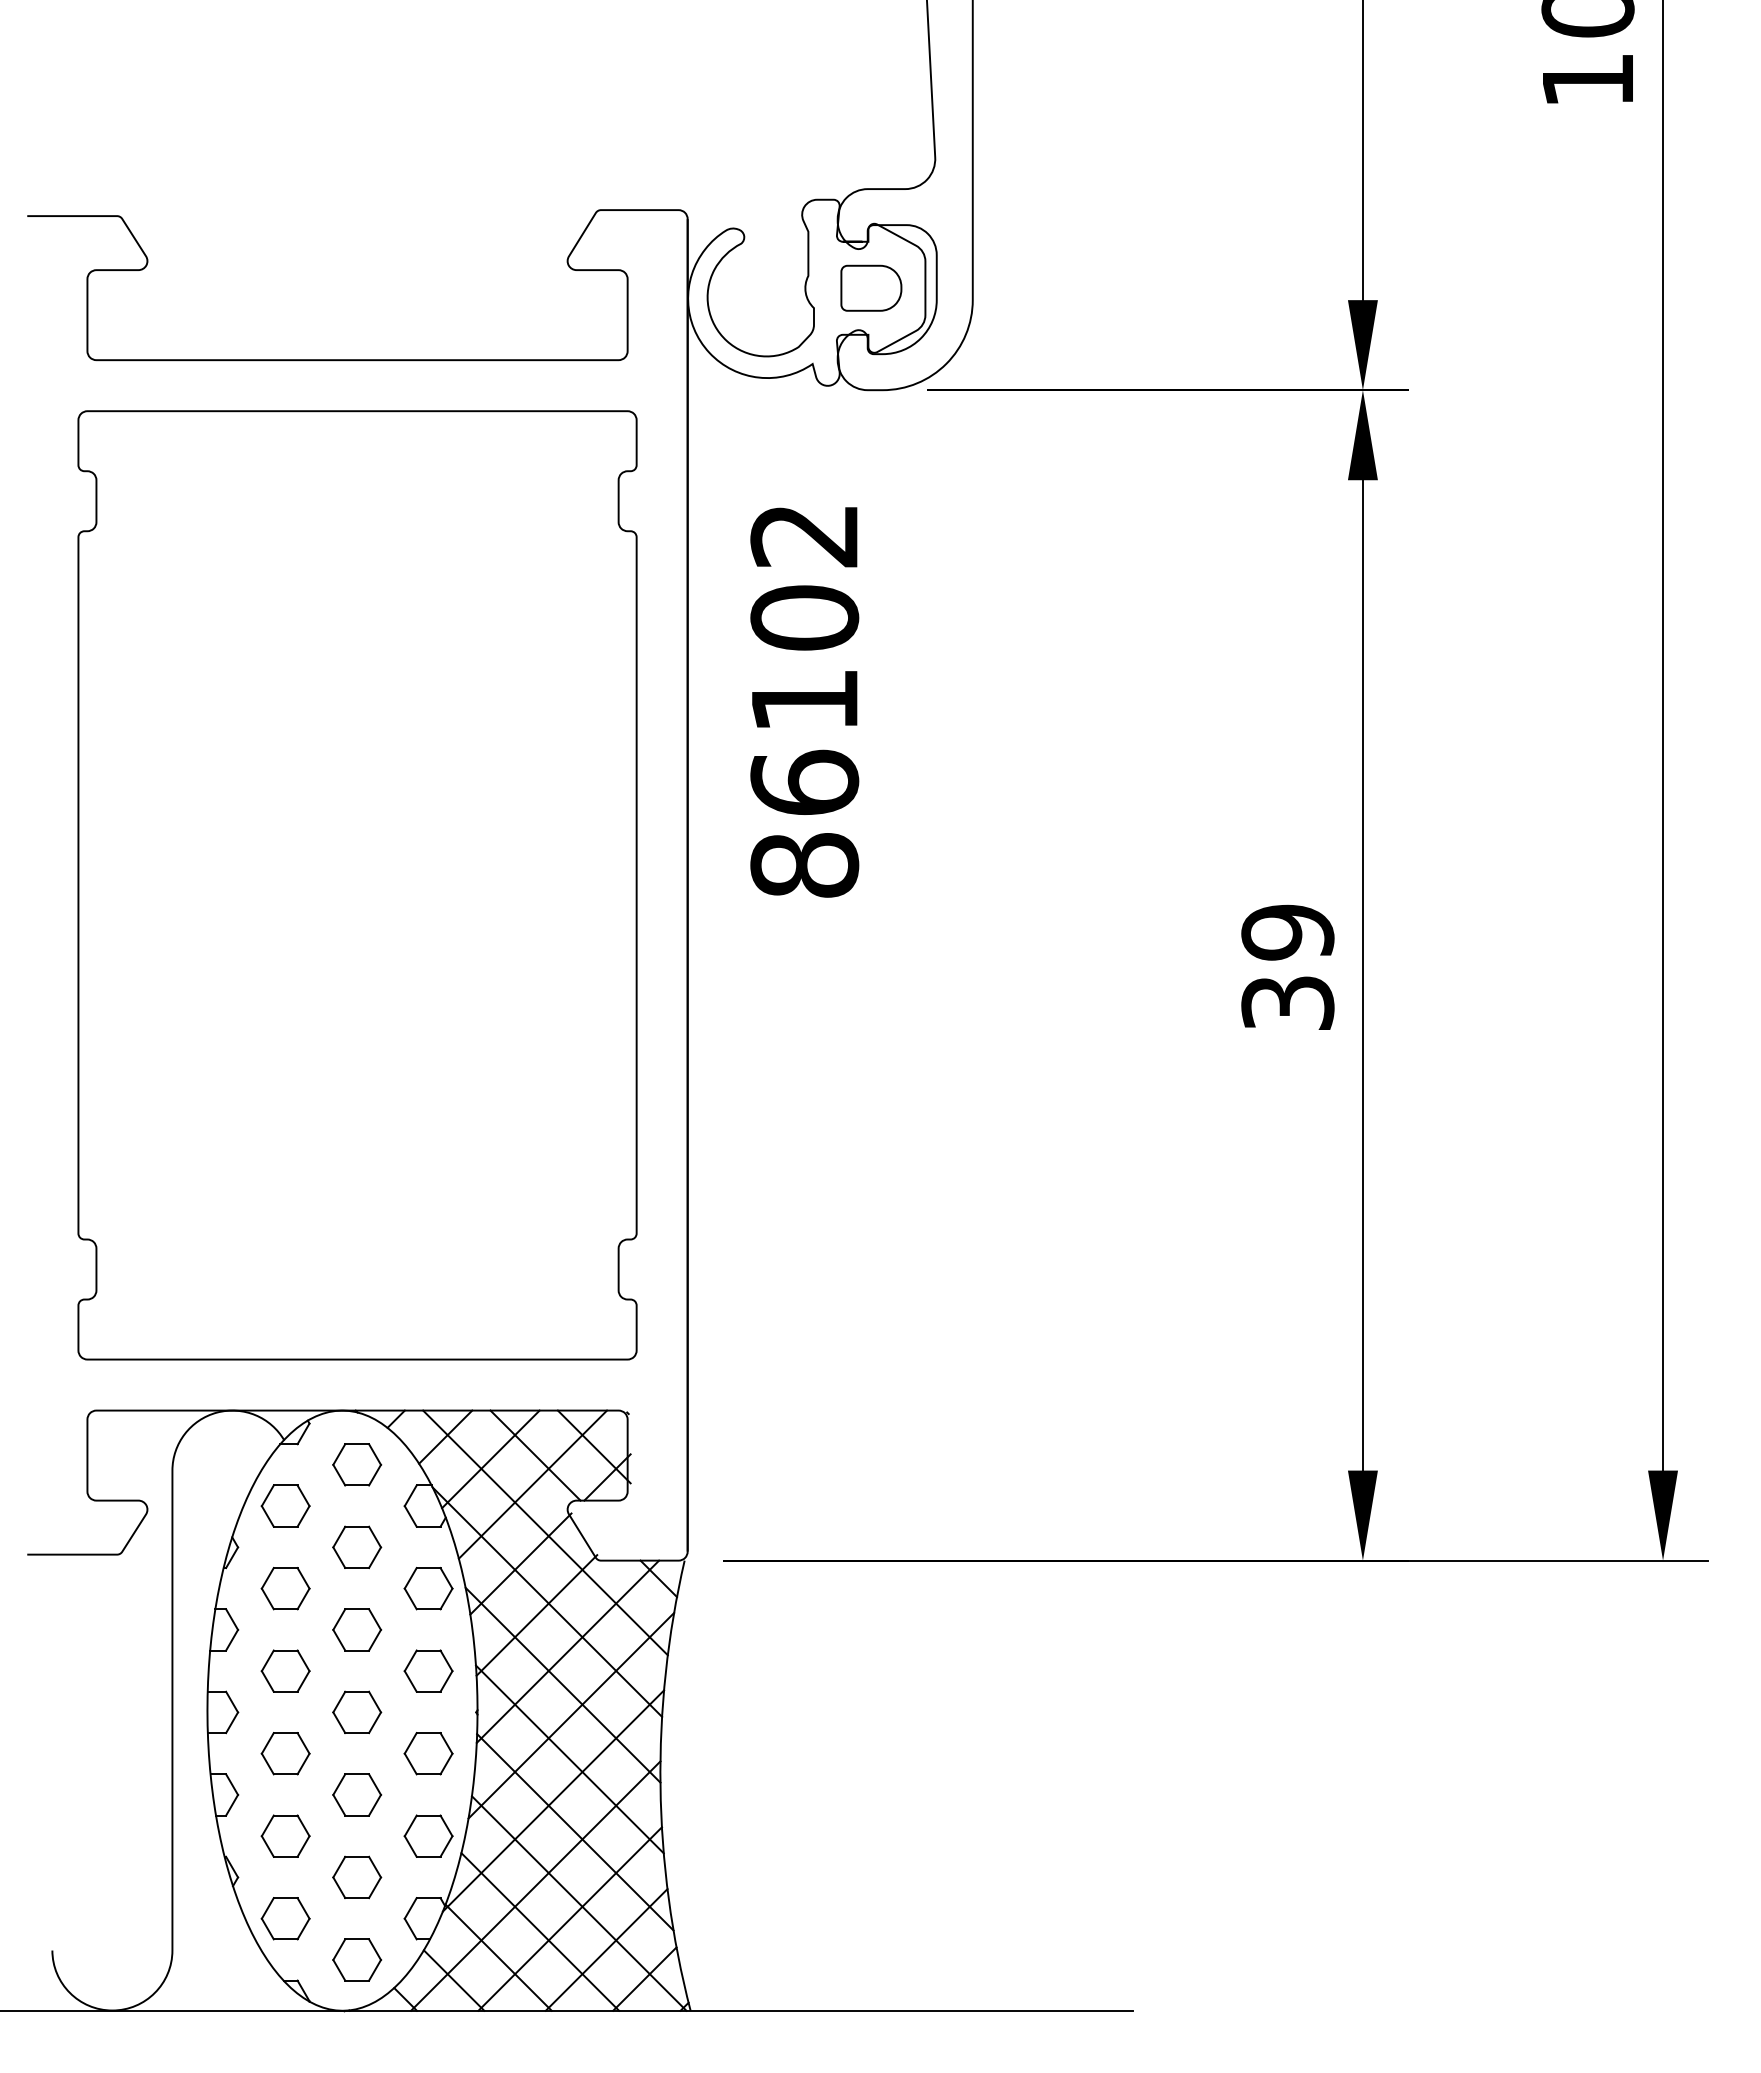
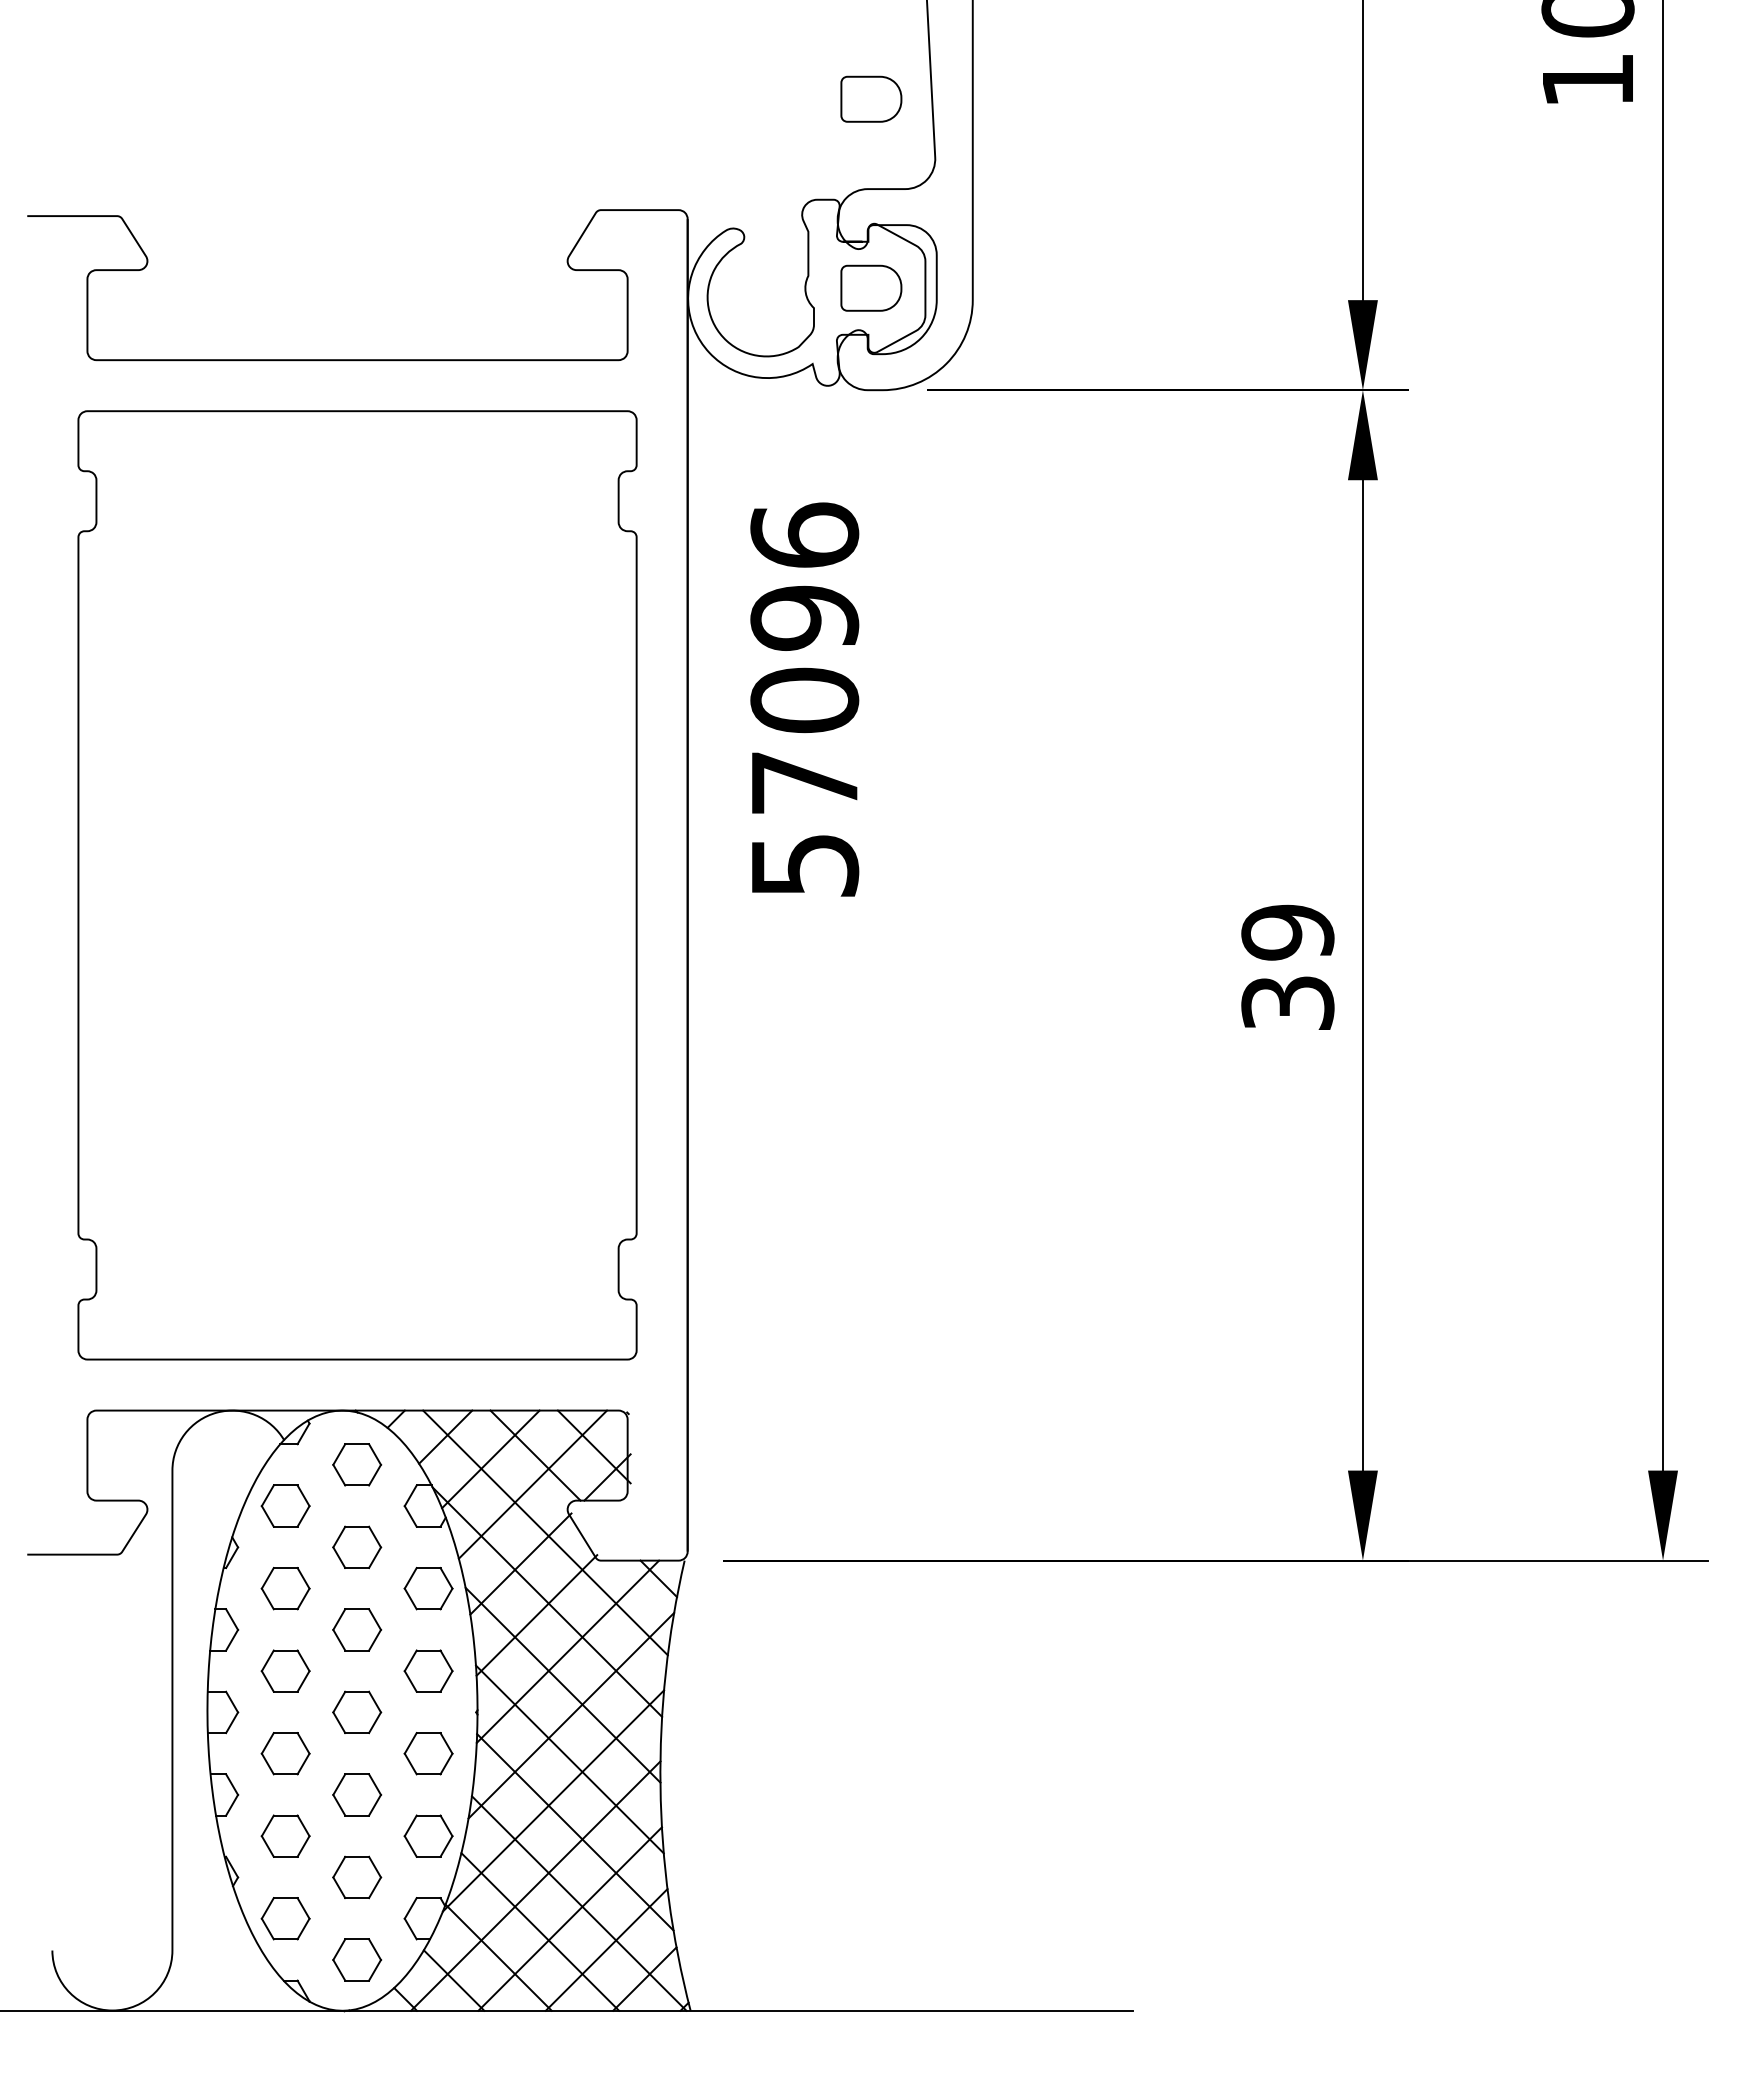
part at (871, 98): none -> present
text at (804, 699): 86102 -> 57096
